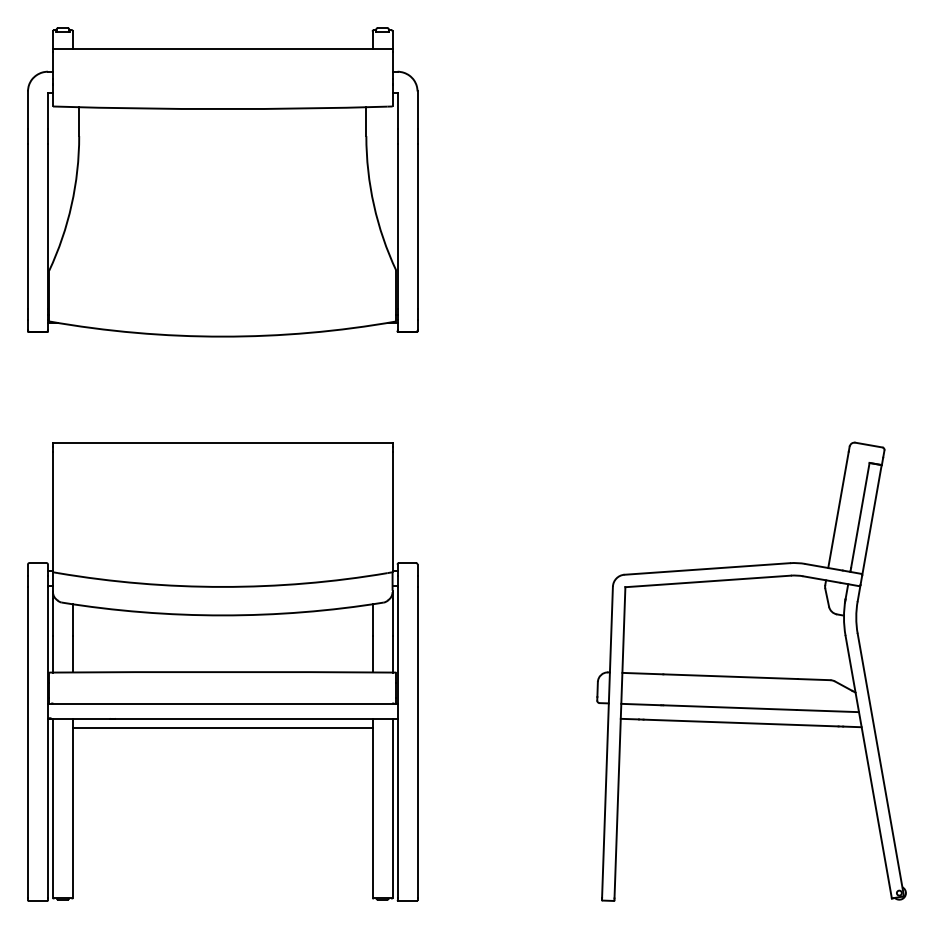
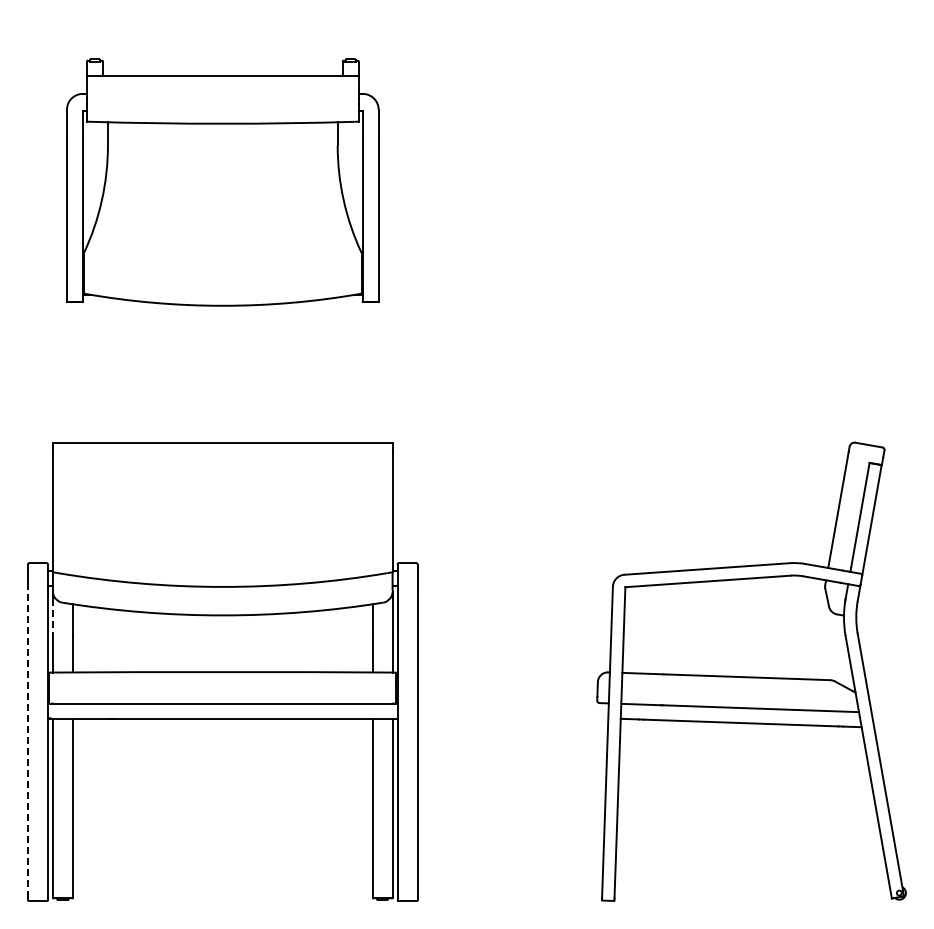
part at (222, 182) size: 392x311 px -> 314x249 px
line at (52, 618): solid -> dashed
line at (222, 728): present -> none
line at (28, 742): solid -> dashed
